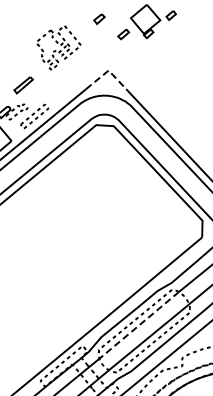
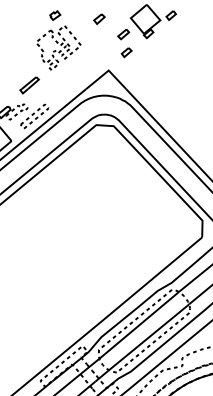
part at (55, 15): none -> present
part at (126, 52): none -> present
line at (107, 71): dashed -> solid
part at (23, 85) position: (23, 85) -> (29, 85)
line at (139, 324): dashed -> solid
